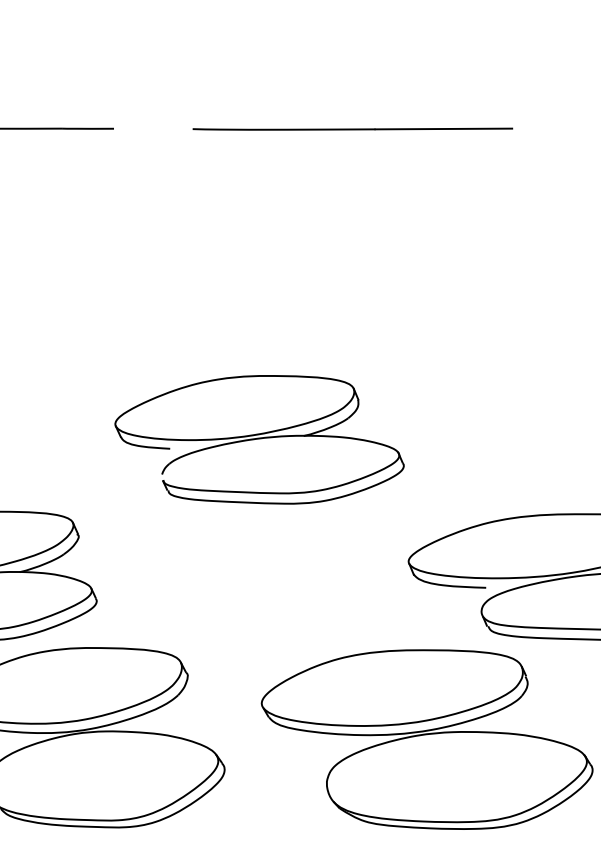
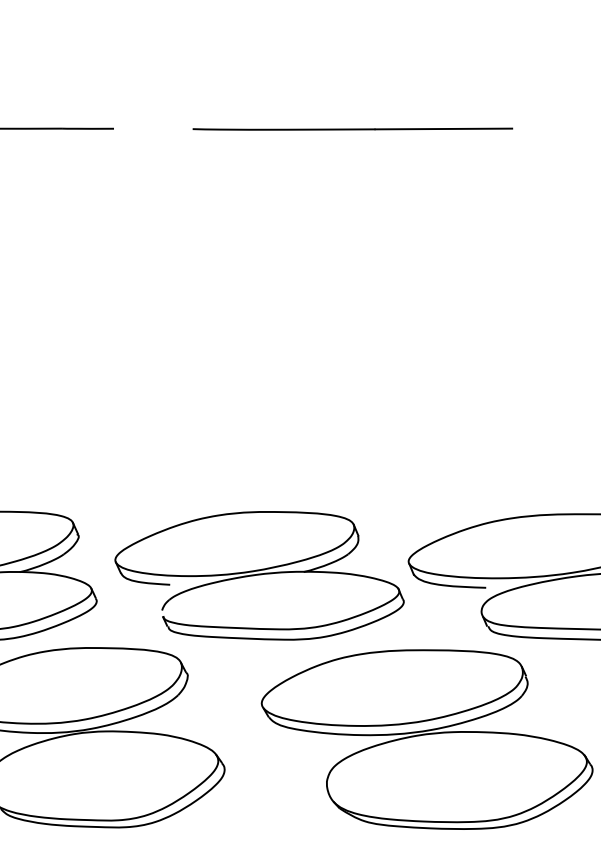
part at (259, 439) position: (259, 439) -> (259, 575)
